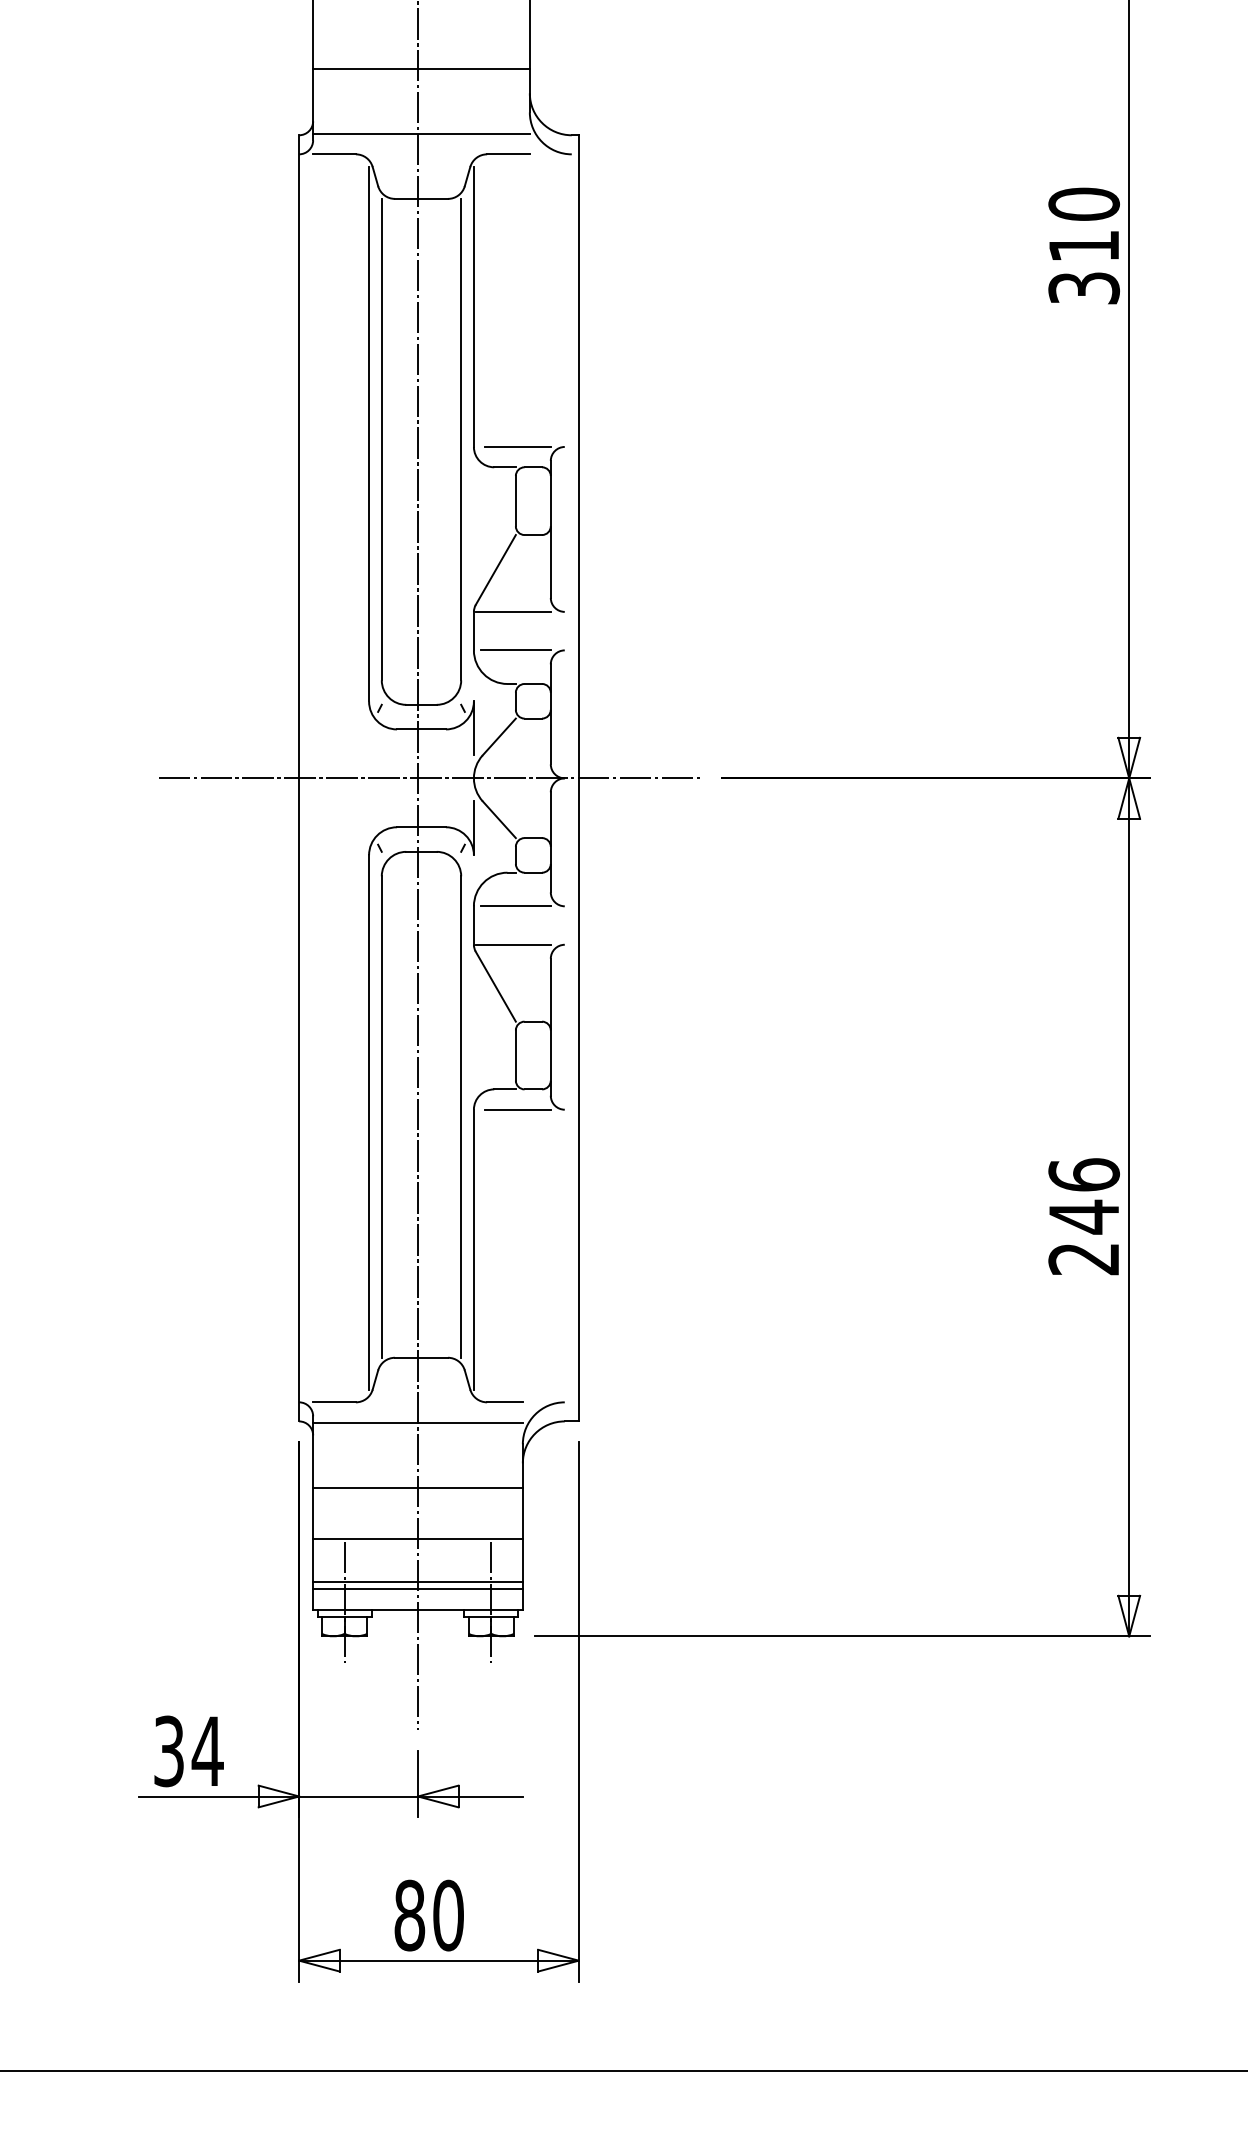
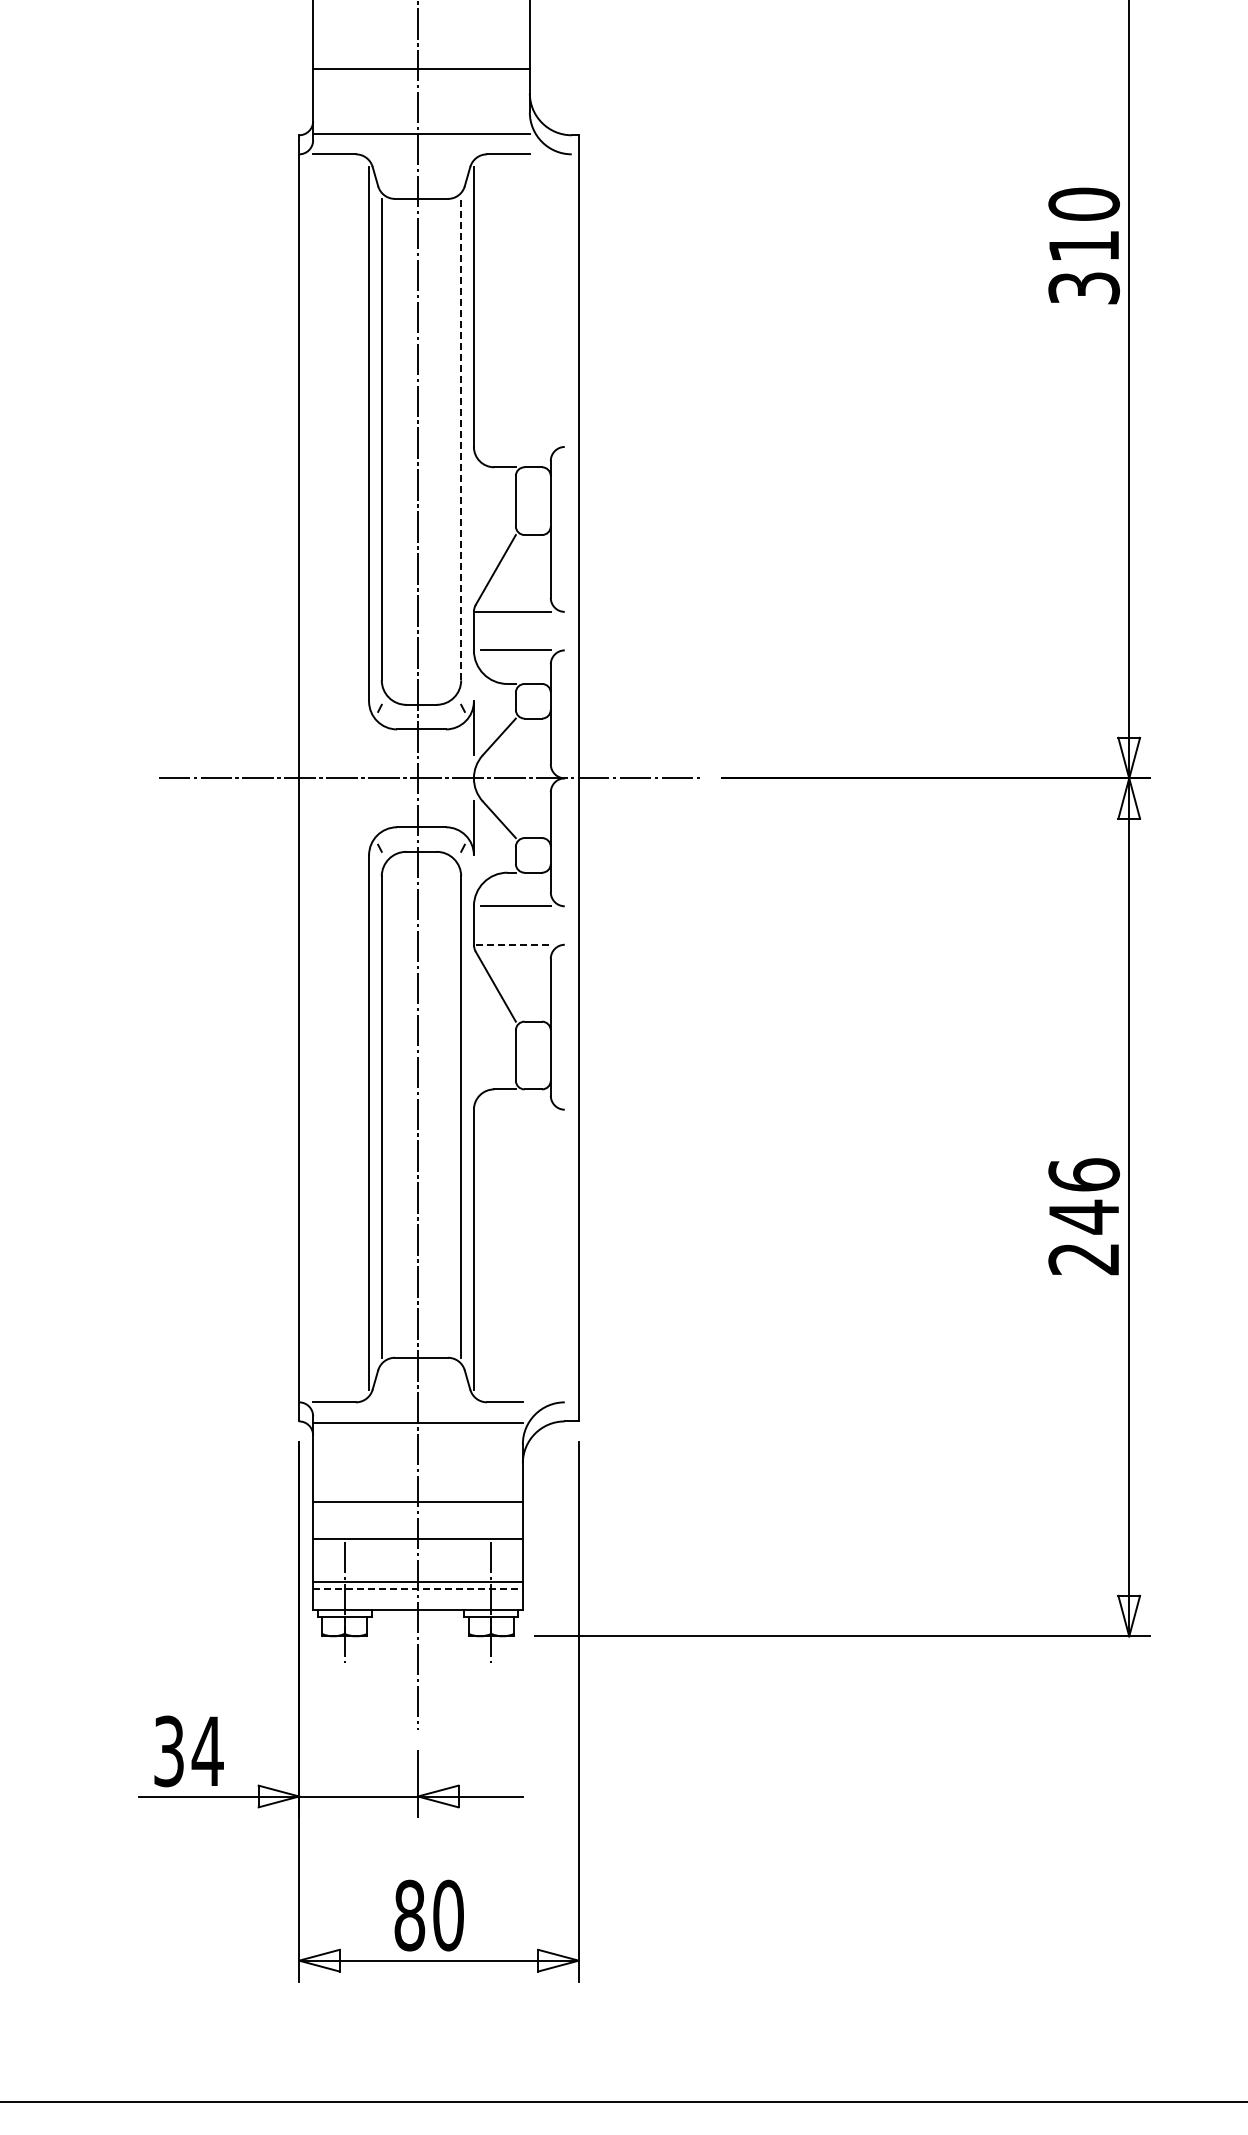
line at (461, 439): solid -> dashed
line at (517, 446): present -> none
line at (513, 944): solid -> dashed
line at (517, 1109): present -> none
line at (417, 1487) position: (417, 1487) -> (417, 1501)
line at (418, 1589): solid -> dashed
line at (623, 2070) position: (623, 2070) -> (623, 2101)
